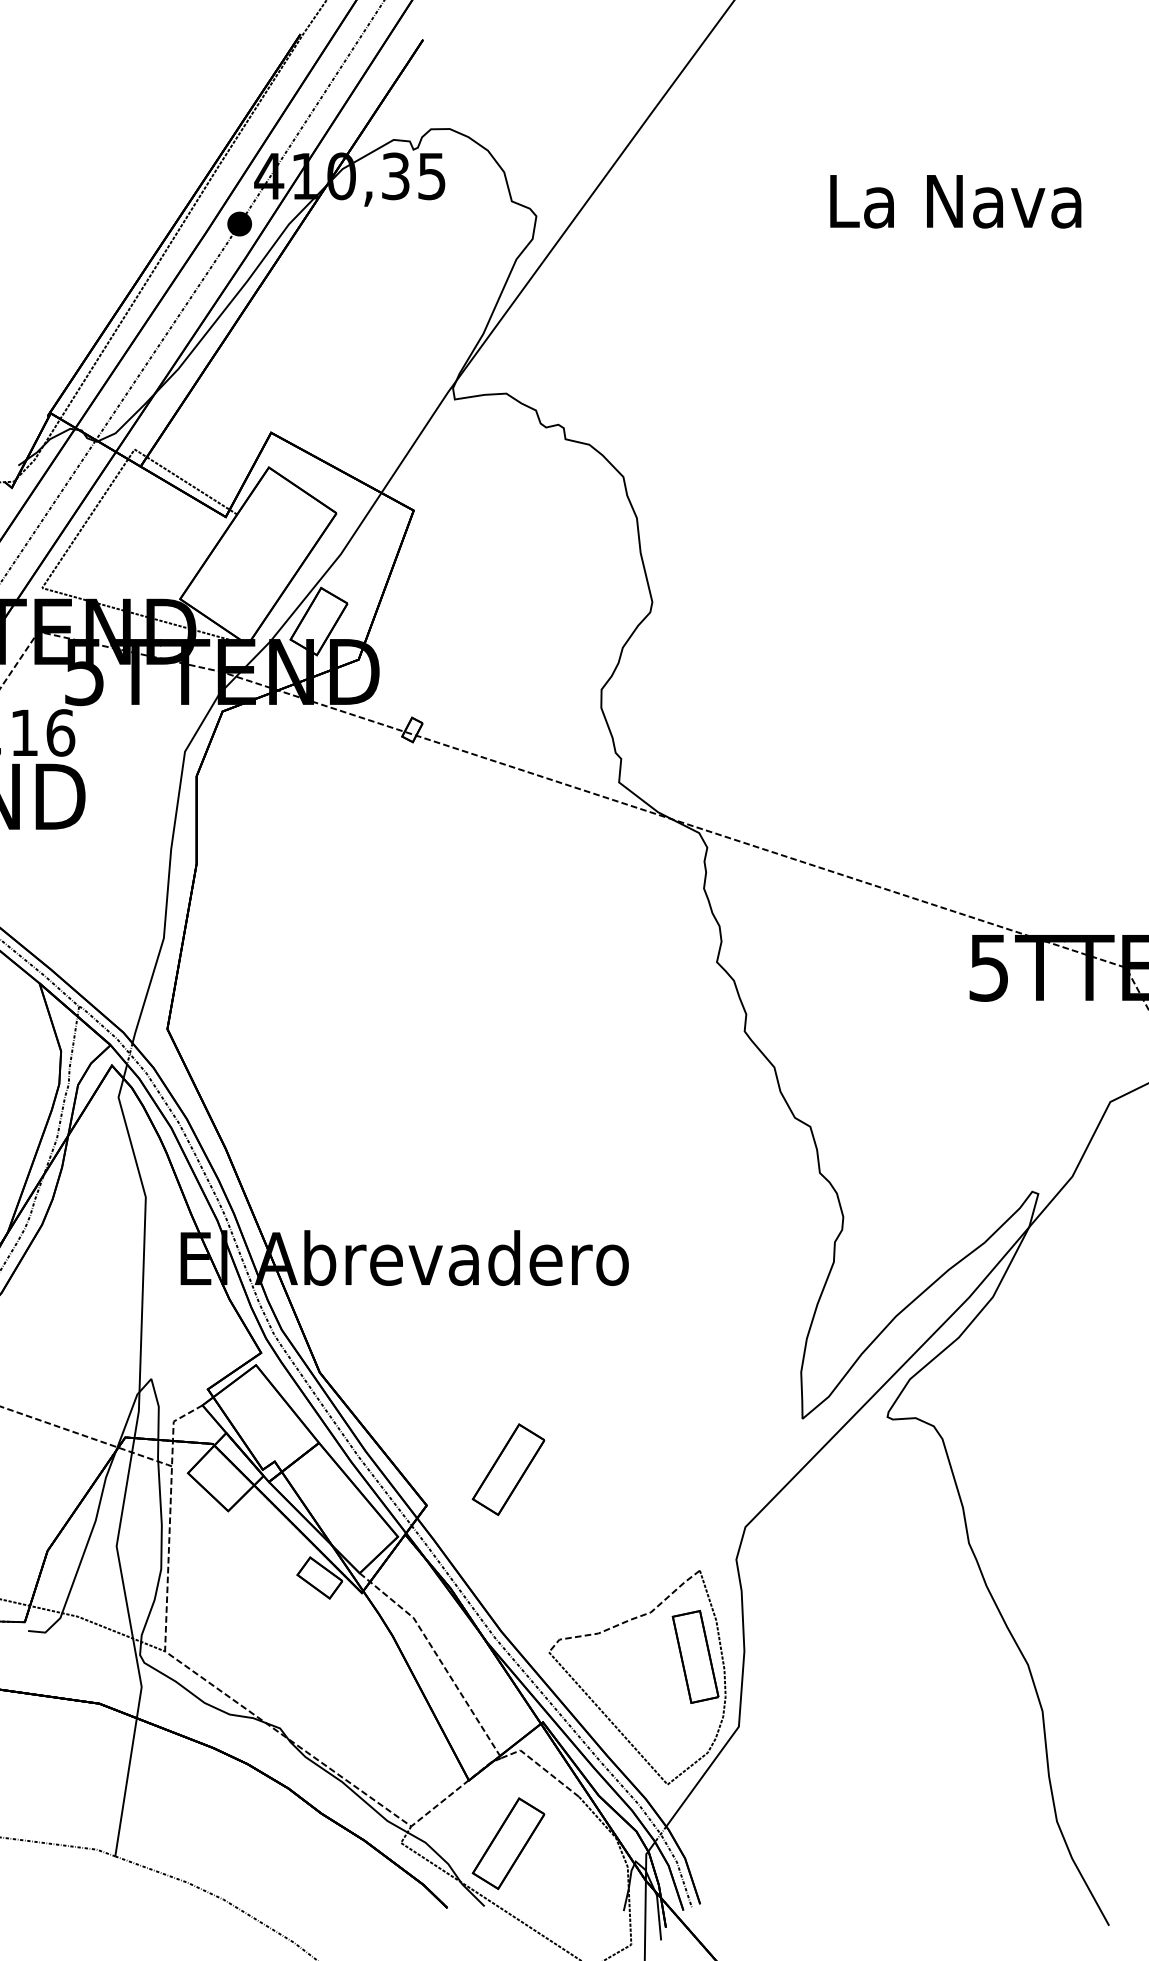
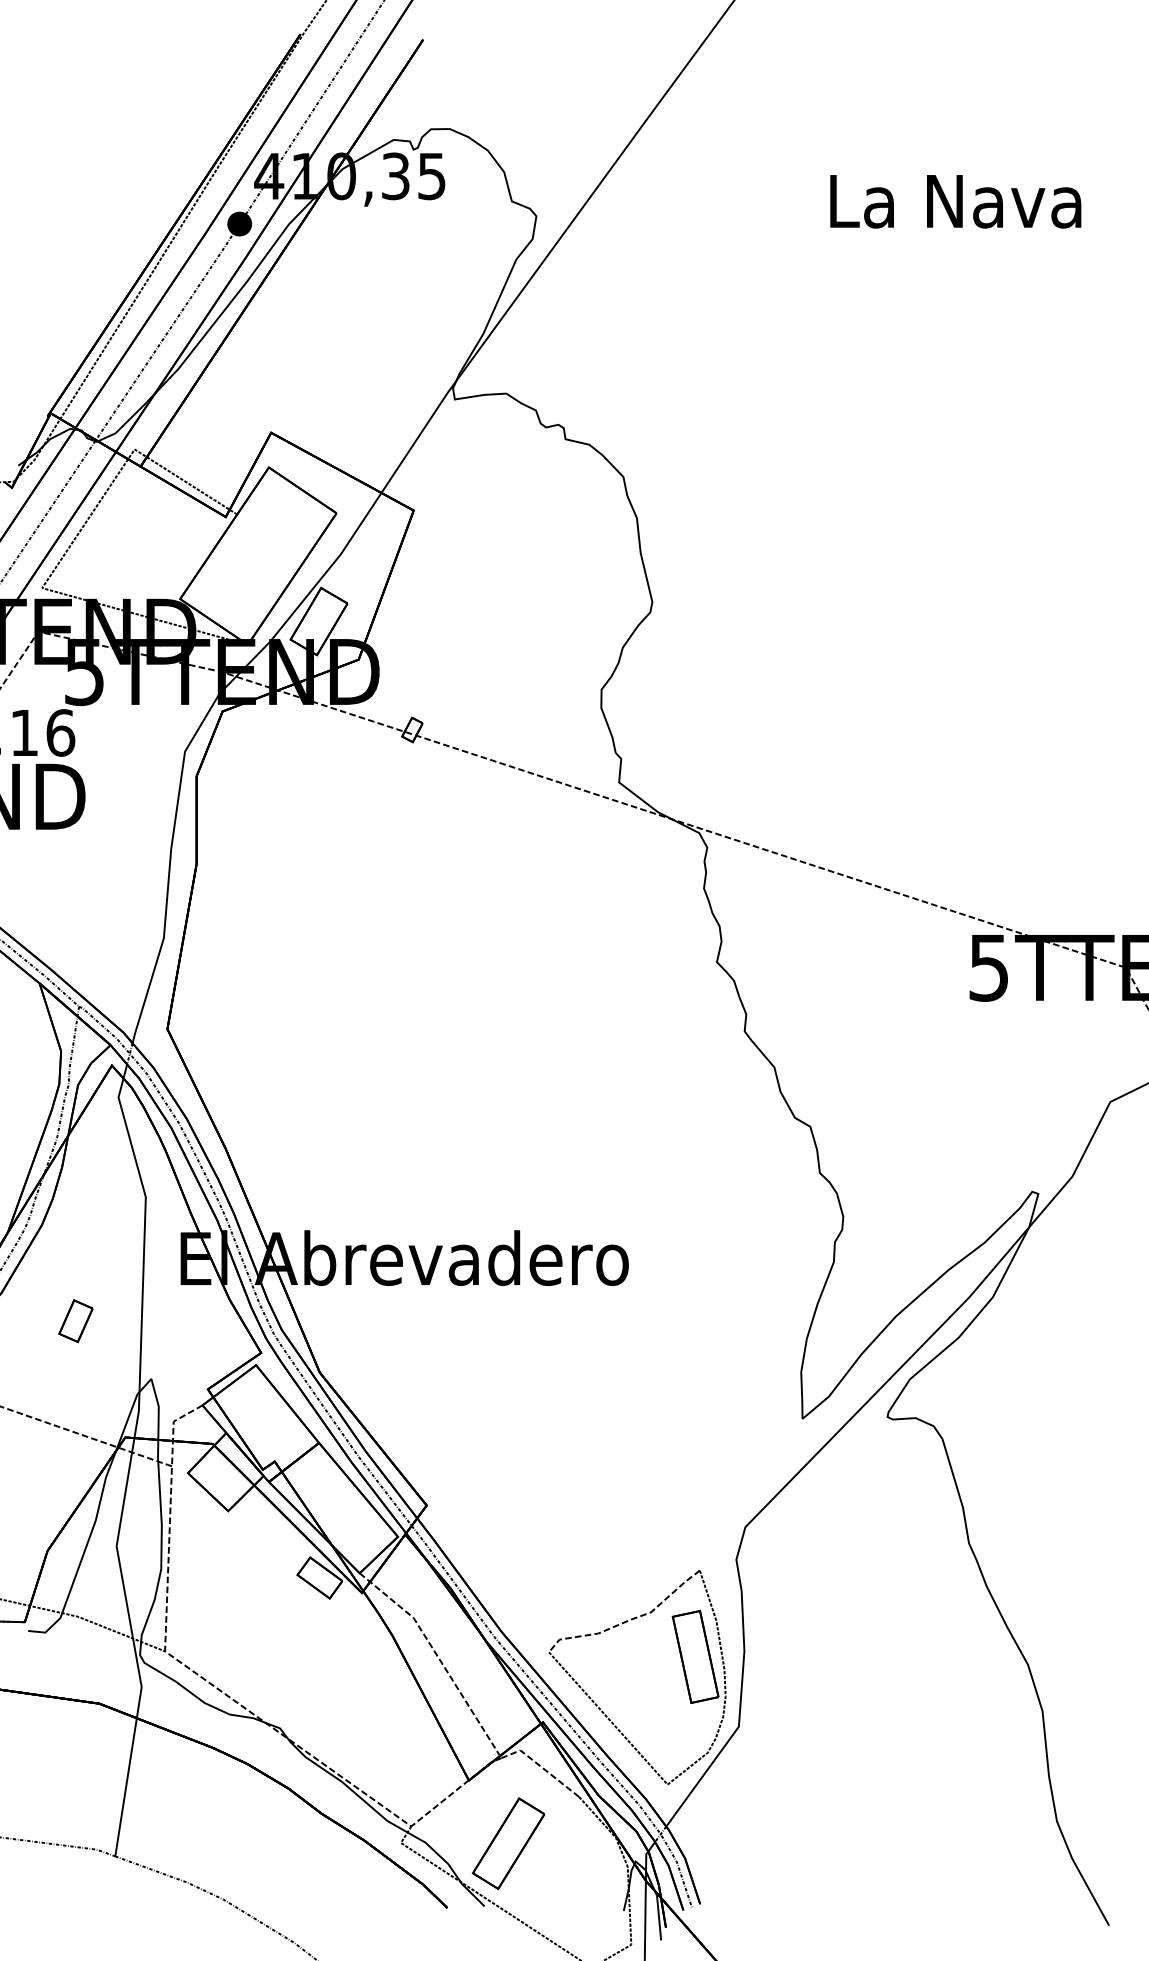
part at (75, 1321): none -> present
part at (508, 1469): present -> none
